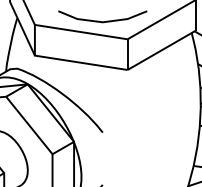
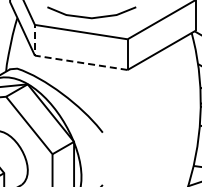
line at (102, 21) position: (102, 21) -> (91, 17)
line at (65, 60): solid -> dashed
